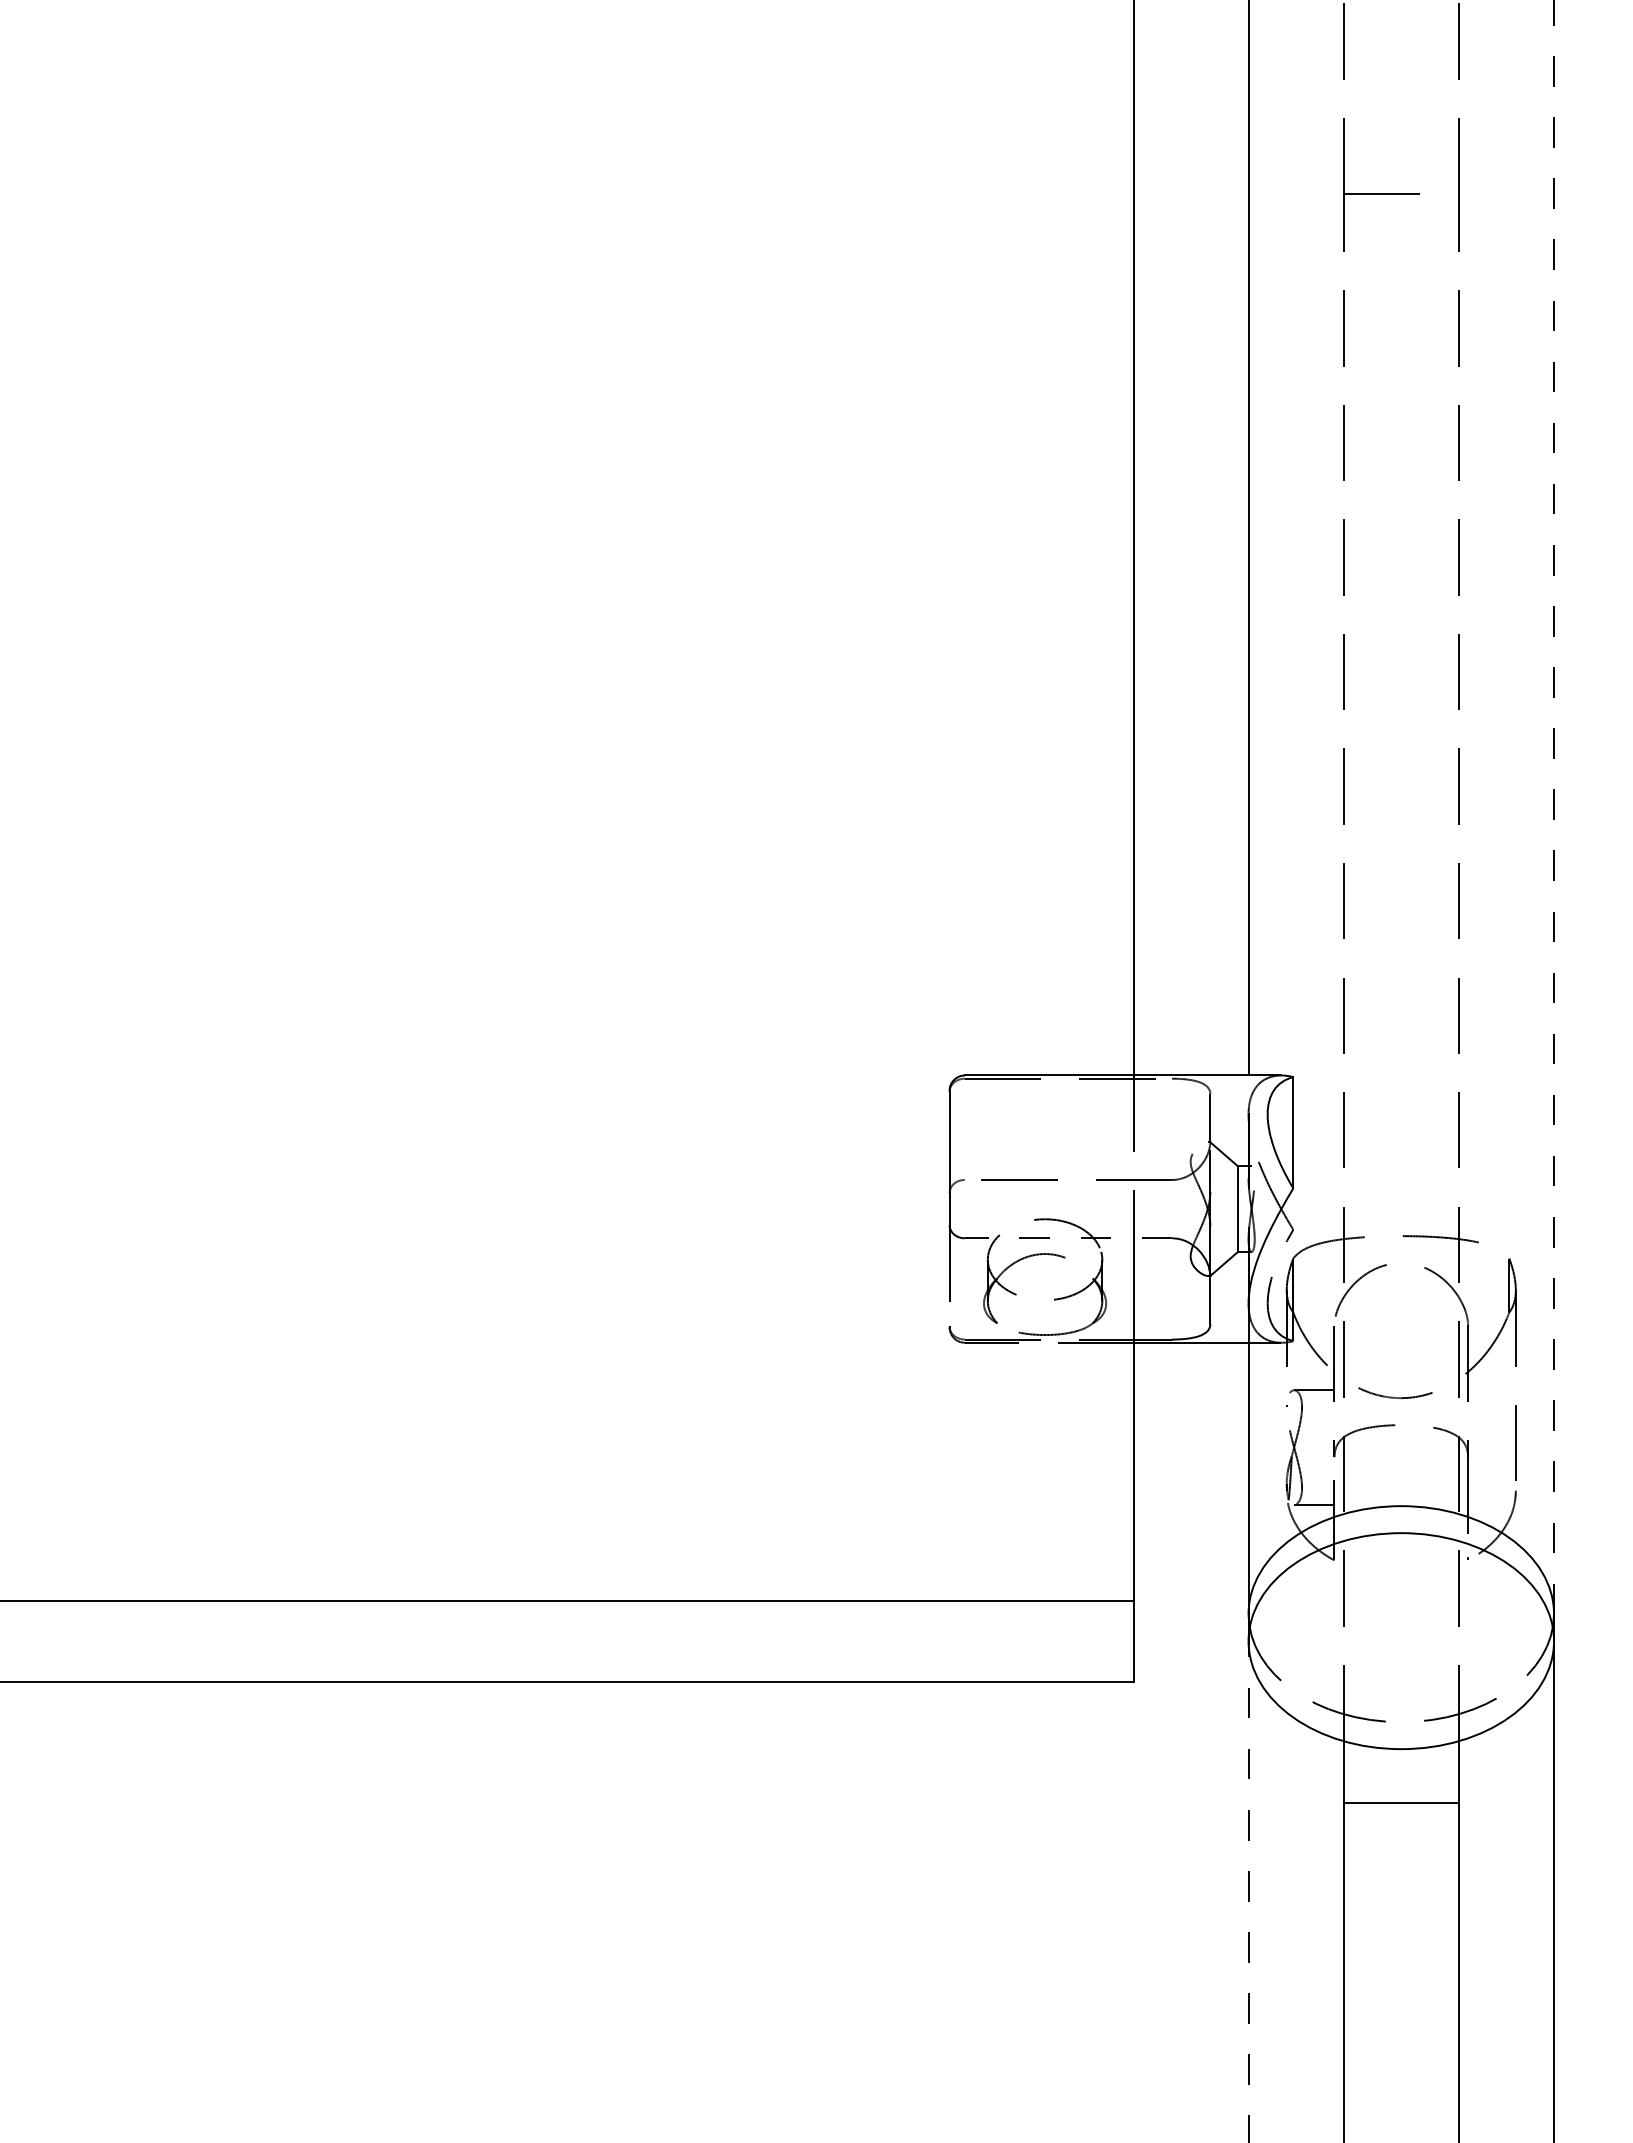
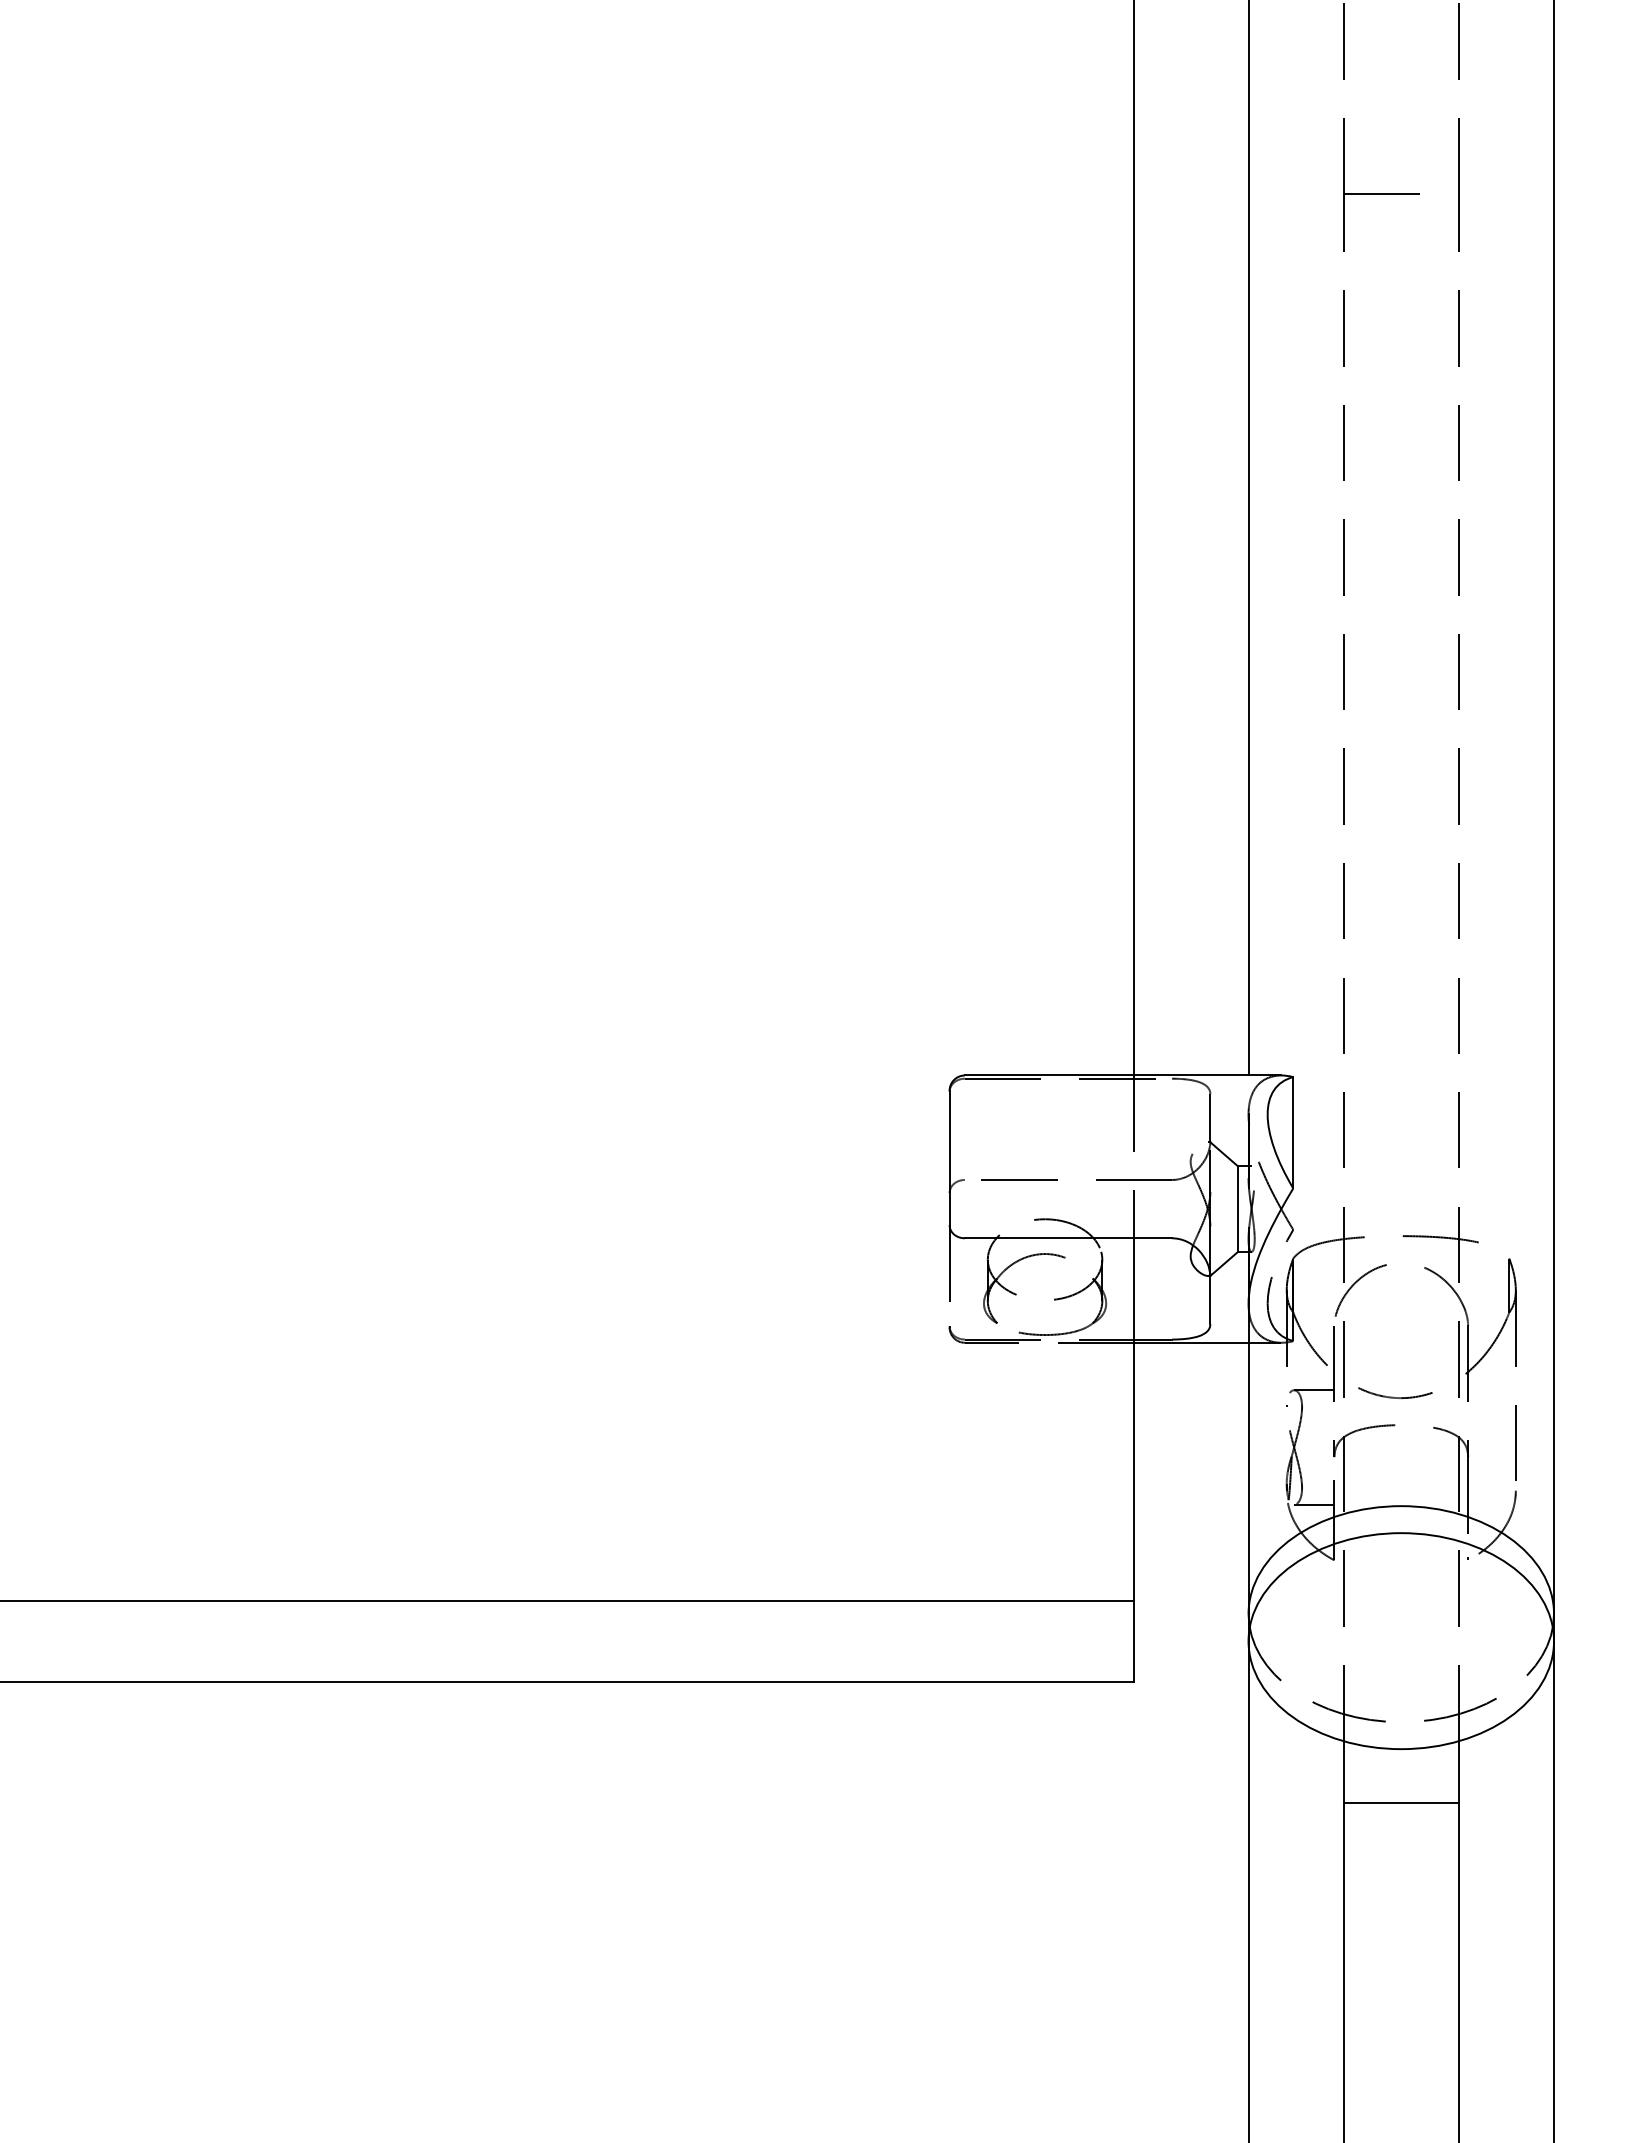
line at (1554, 807): dashed -> solid
line at (1068, 1238): dashed -> solid
line at (1248, 1891): dashed -> solid
